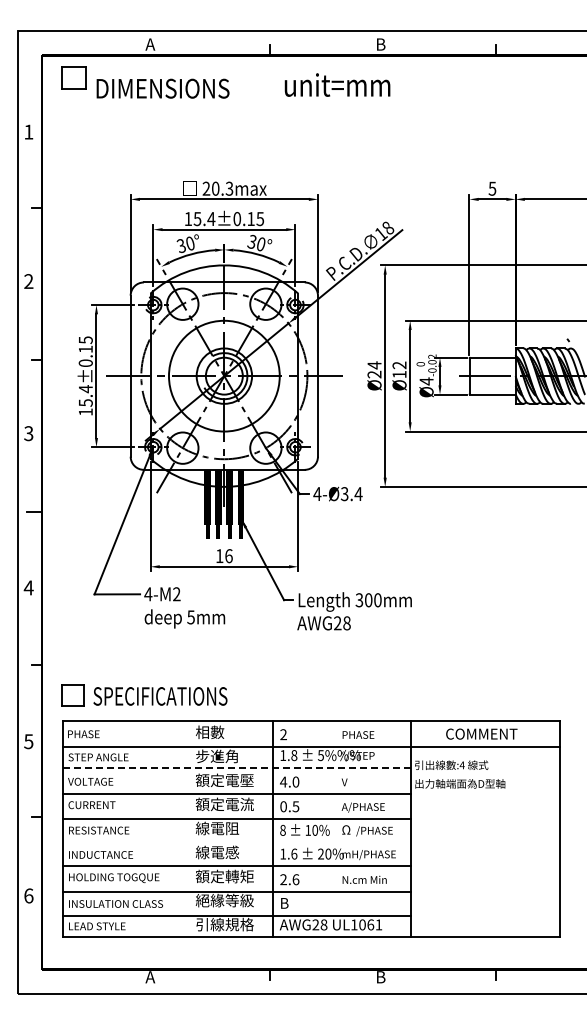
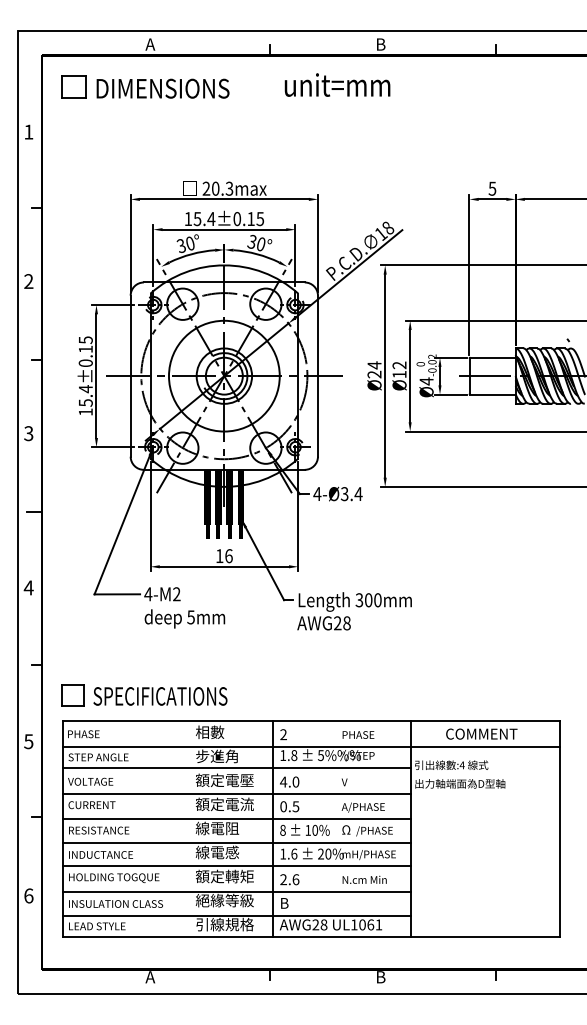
part at (73, 77) position: (73, 77) -> (73, 86)
line at (237, 767): dashed -> solid
line at (236, 842): none -> present
